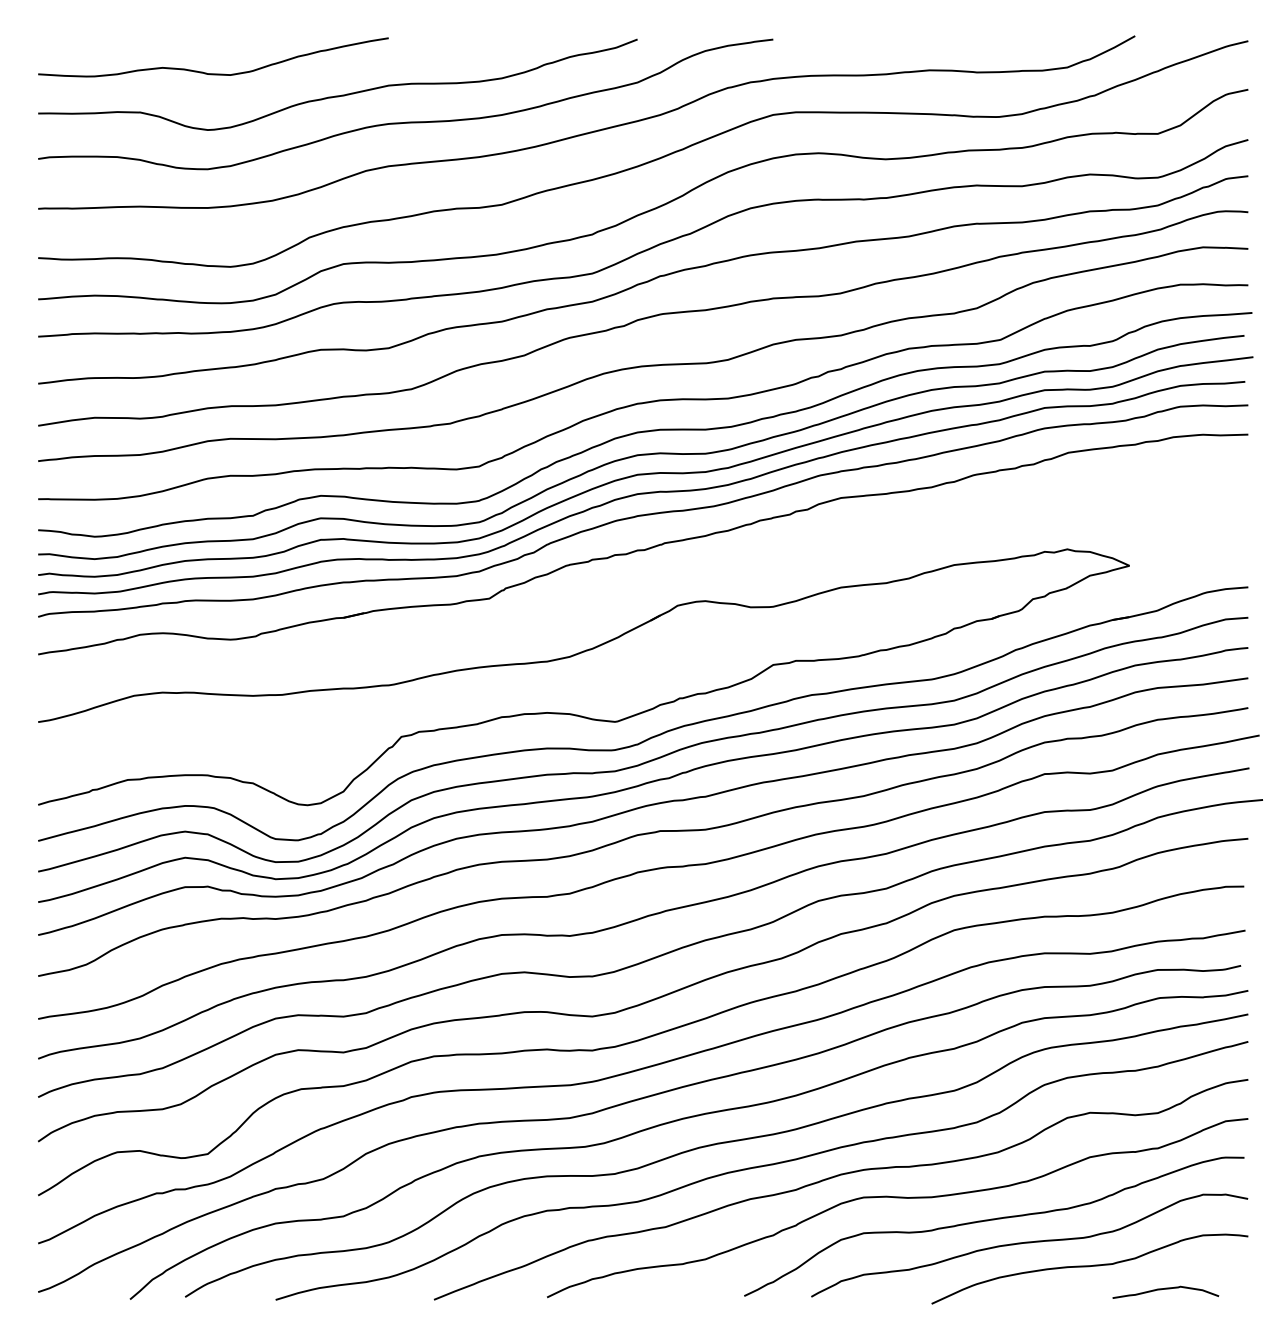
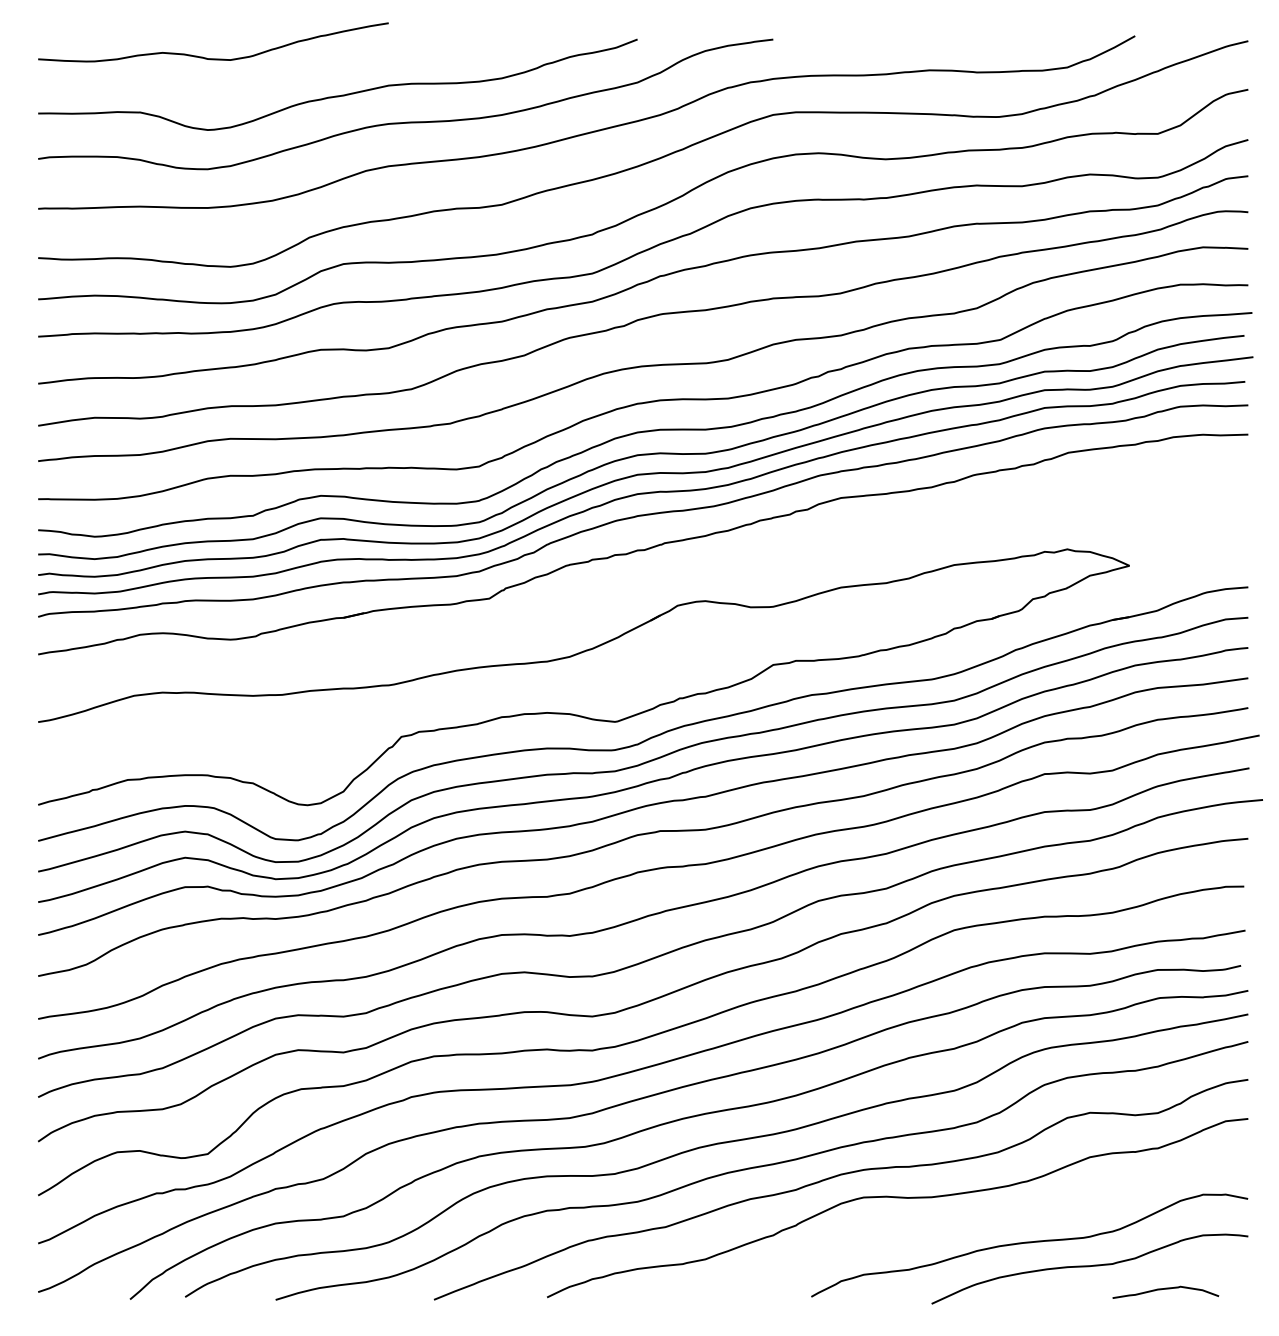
curve at (213, 73) position: (213, 73) -> (213, 58)
curve at (994, 1220): present -> none
